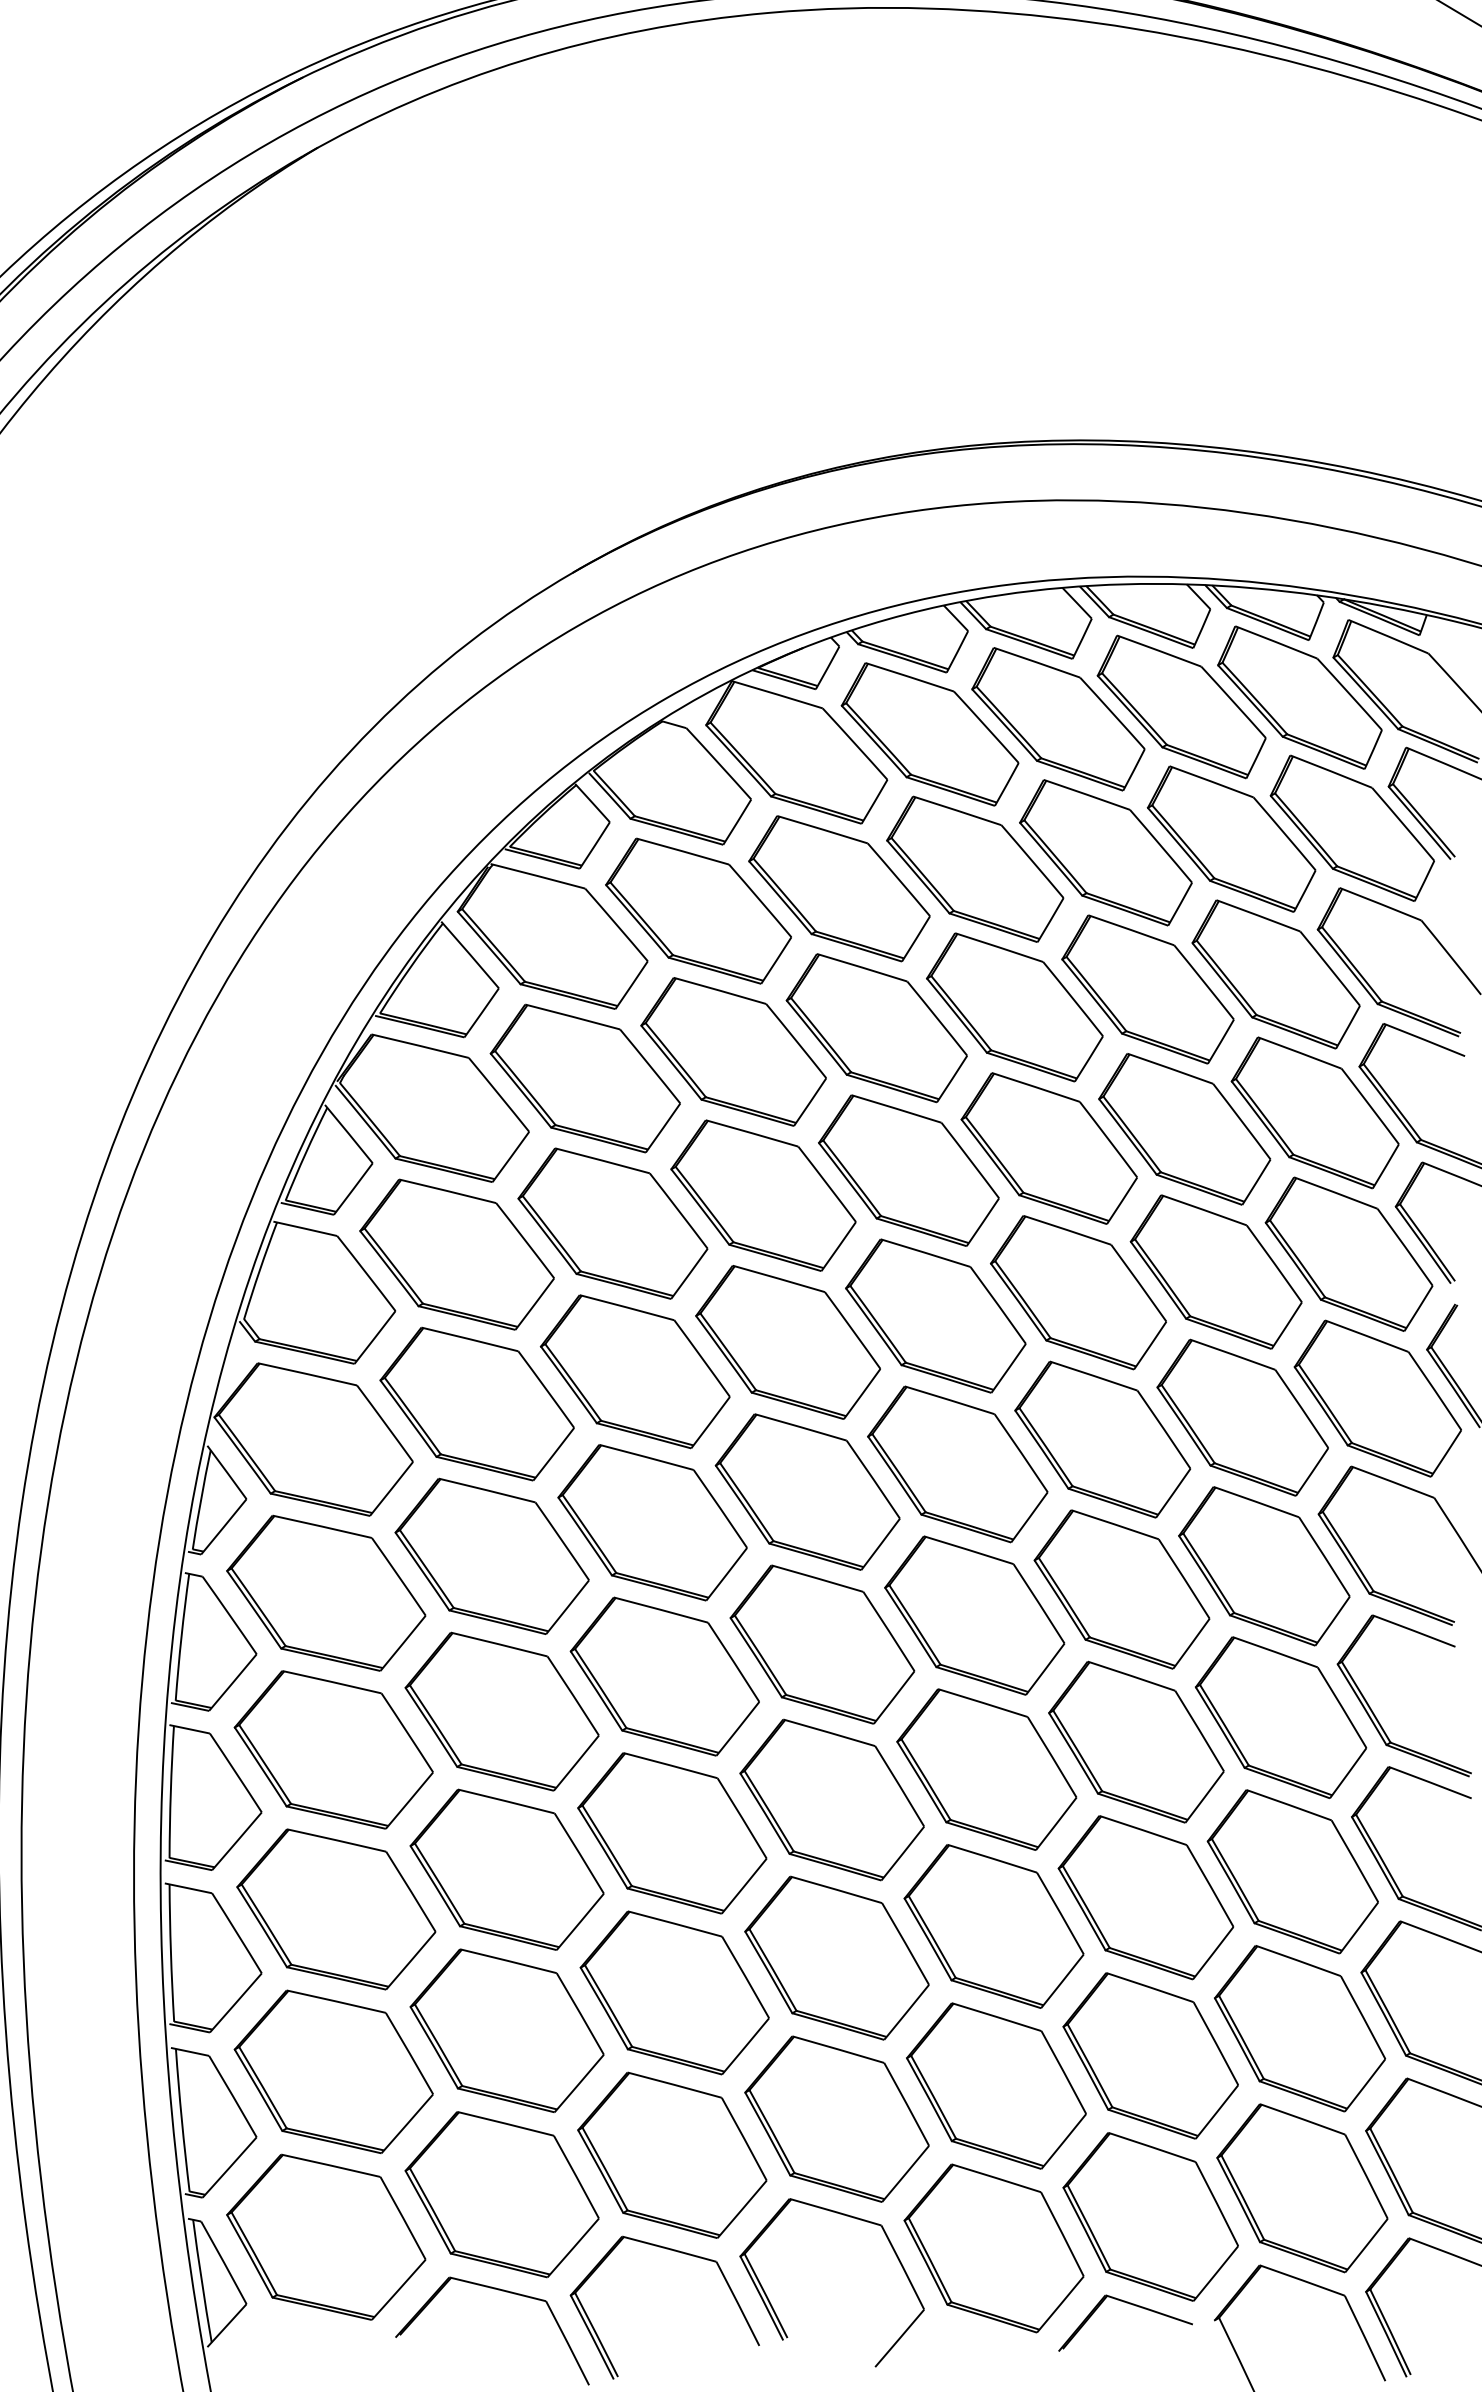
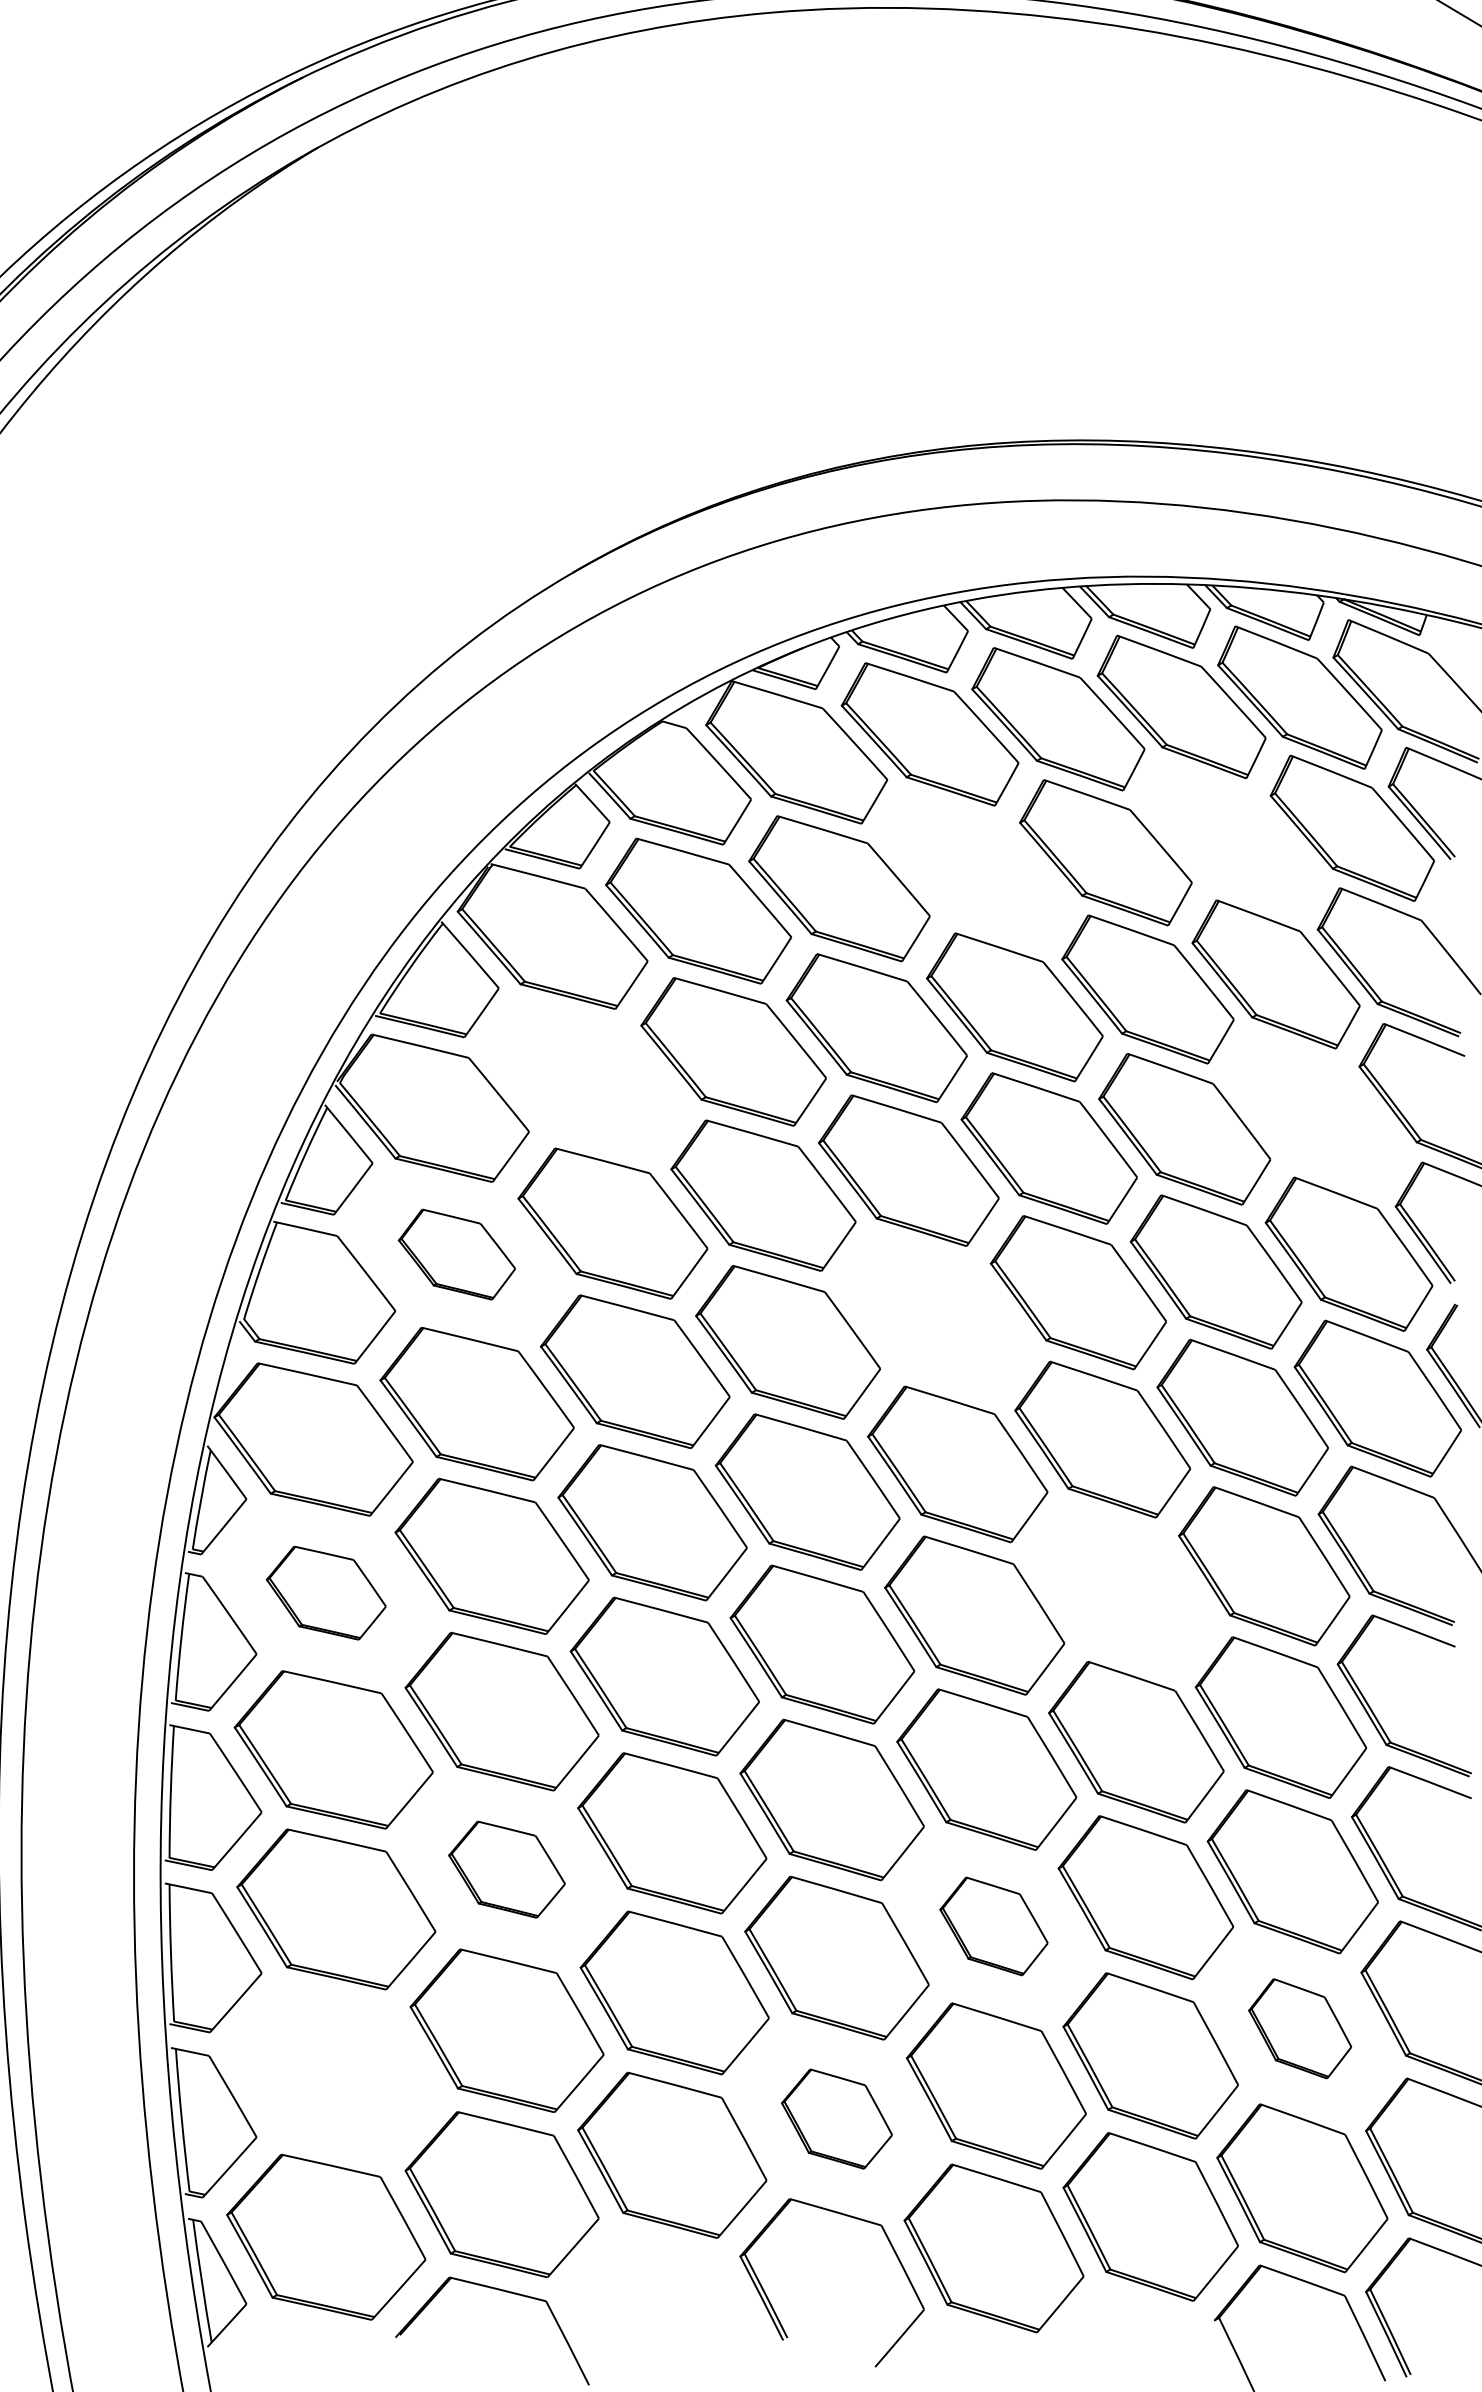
part at (1231, 838): present -> none
part at (975, 868): present -> none
part at (584, 1078): present -> none
part at (1314, 1112): present -> none
part at (456, 1254) size: 196x153 px -> 119x93 px
part at (935, 1315): present -> none
part at (1121, 1589): present -> none
part at (326, 1592) size: 201x158 px -> 122x96 px
part at (506, 1869) size: 196x163 px -> 118x99 px
part at (993, 1926) size: 182x165 px -> 110x101 px
part at (1300, 2028) size: 173x168 px -> 105x102 px
part at (333, 2071): present -> none
part at (836, 2118) size: 186x168 px -> 112x102 px
part at (677, 2252): present -> none
part at (1132, 2305): present -> none
